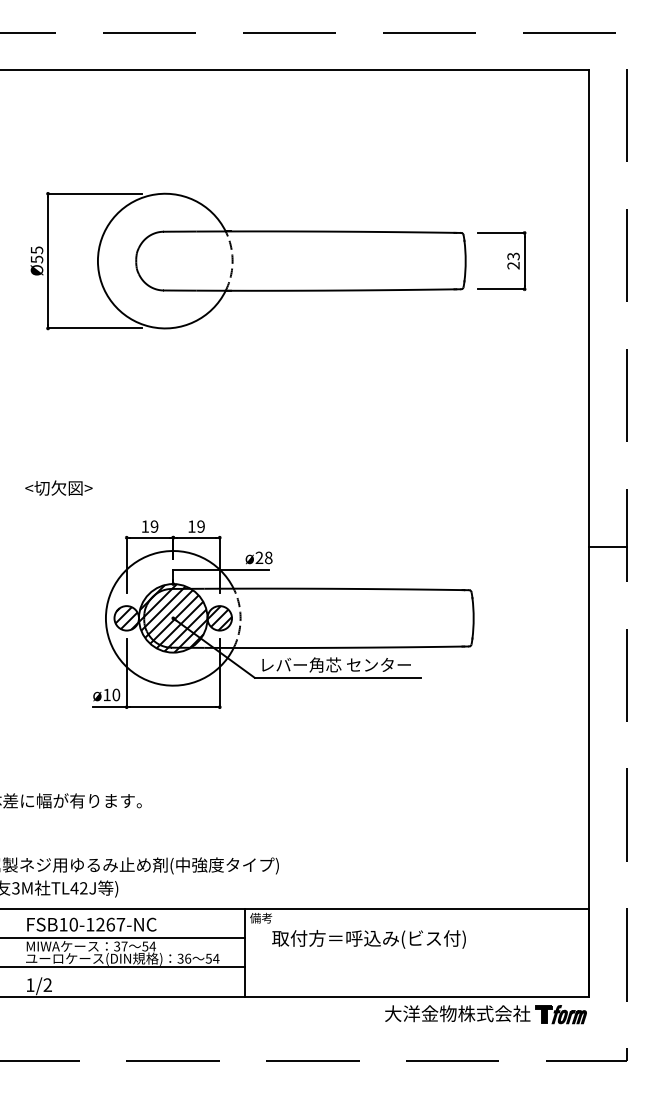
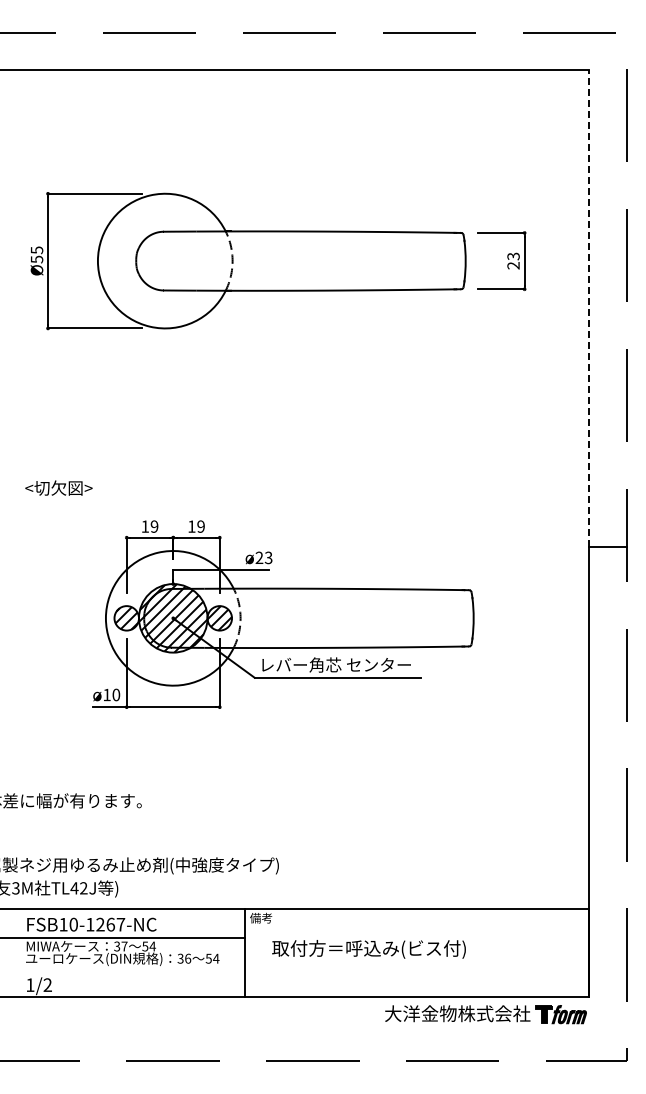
line at (589, 308): solid -> dashed
text at (268, 557): ø28 -> ø23
text at (368, 939) position: (368, 939) -> (368, 949)
line at (123, 967): present -> none
